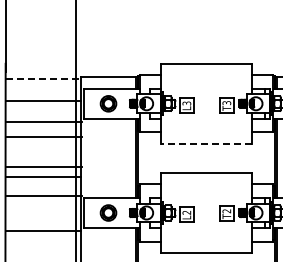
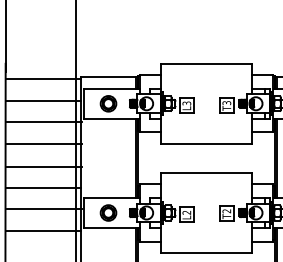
line at (43, 79): dashed -> solid
line at (43, 137) position: (43, 137) -> (43, 144)
line at (206, 143): dashed -> solid
line at (42, 176) position: (42, 176) -> (42, 187)
line at (43, 196) position: (43, 196) -> (43, 209)
